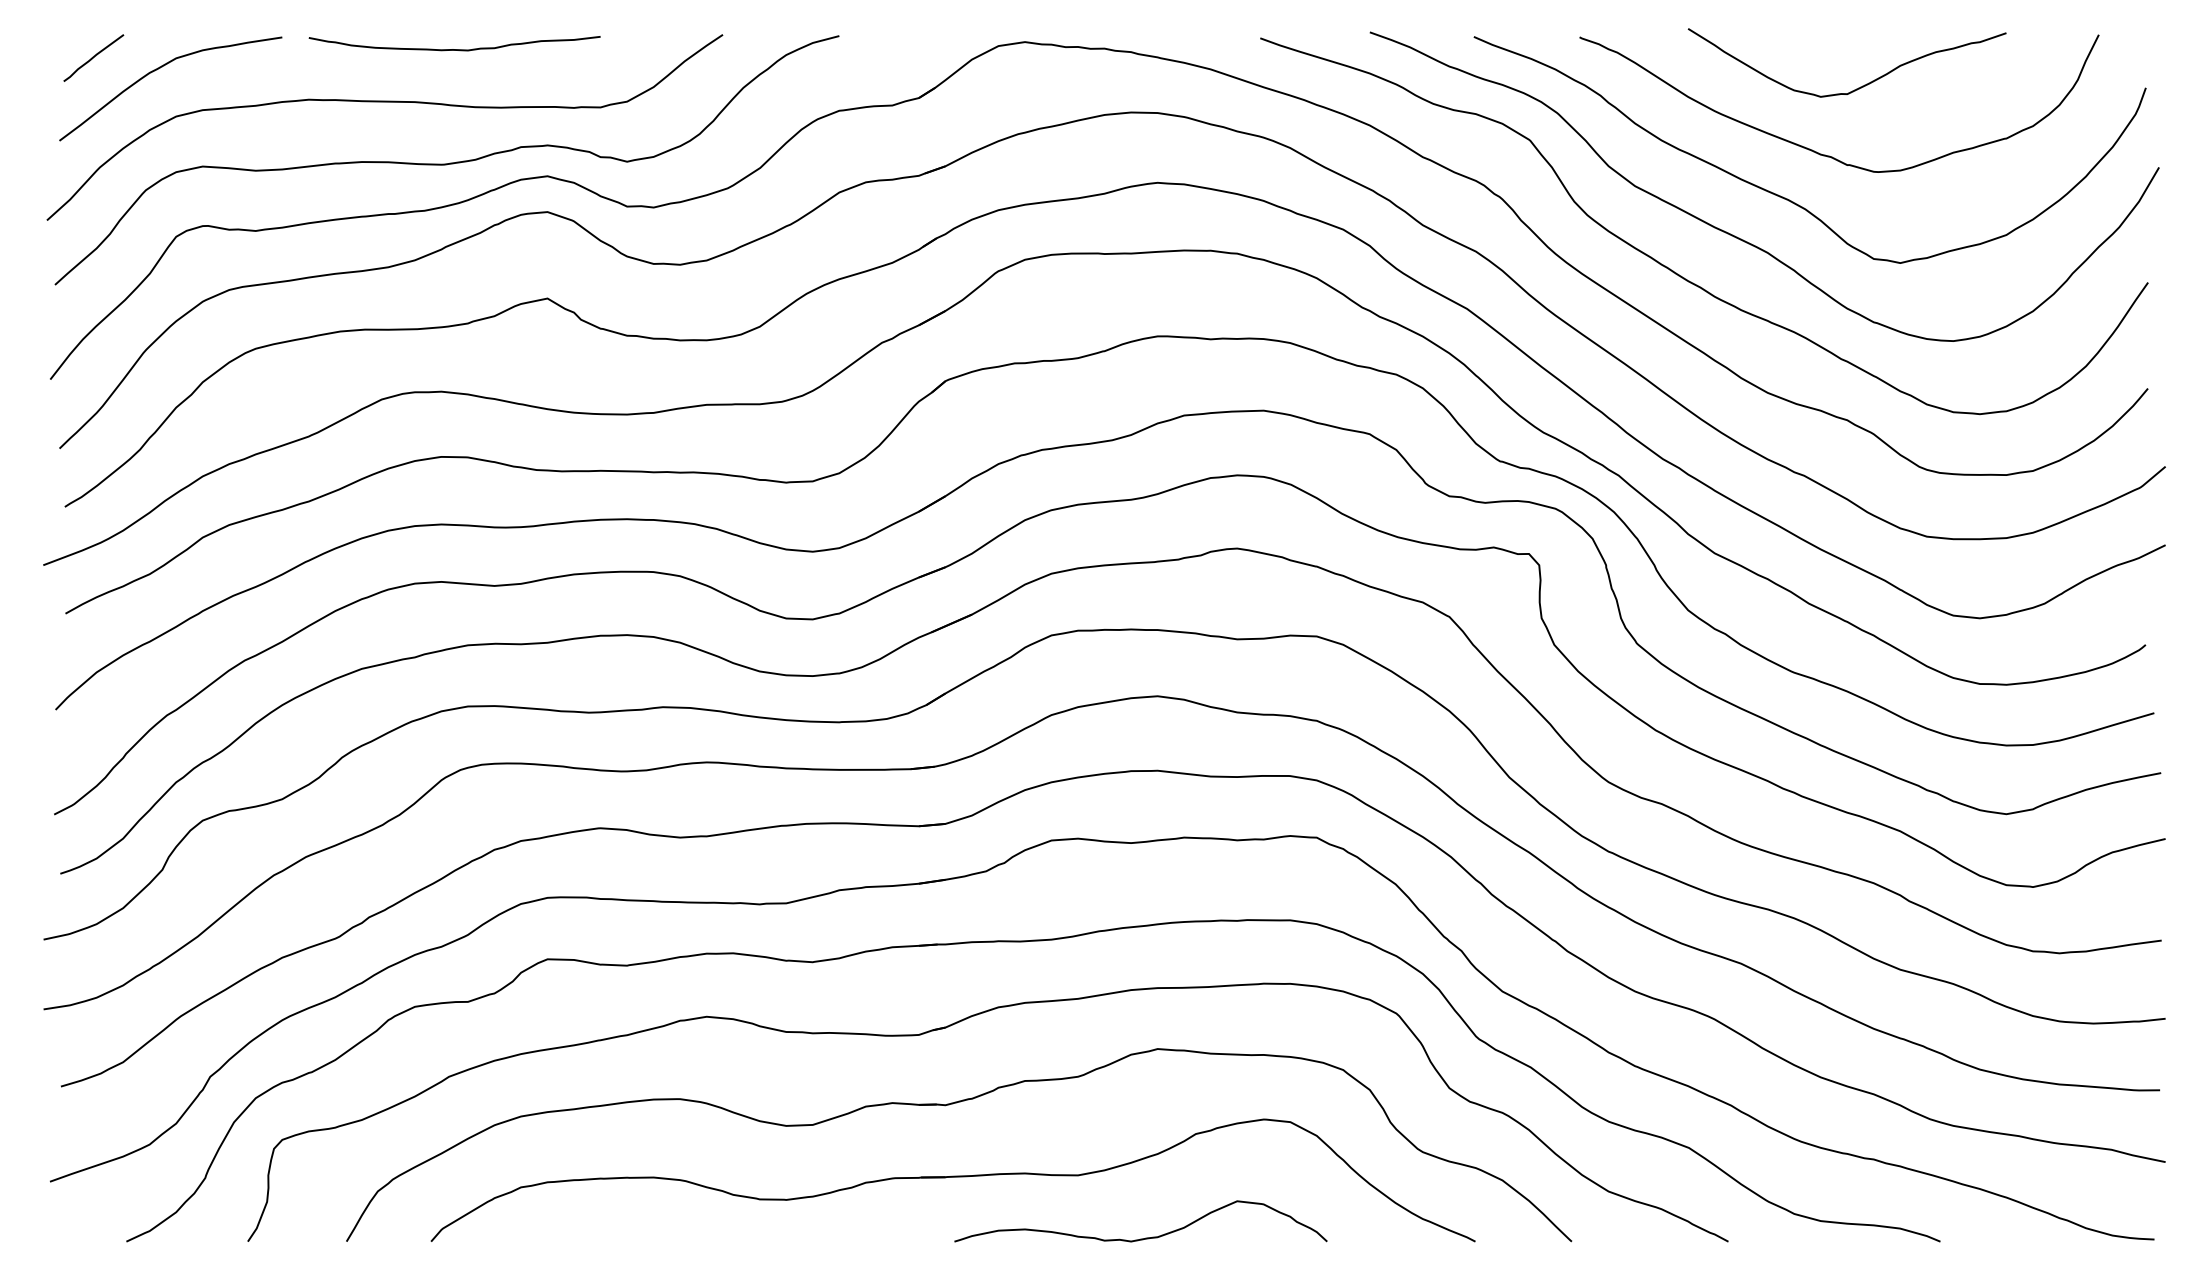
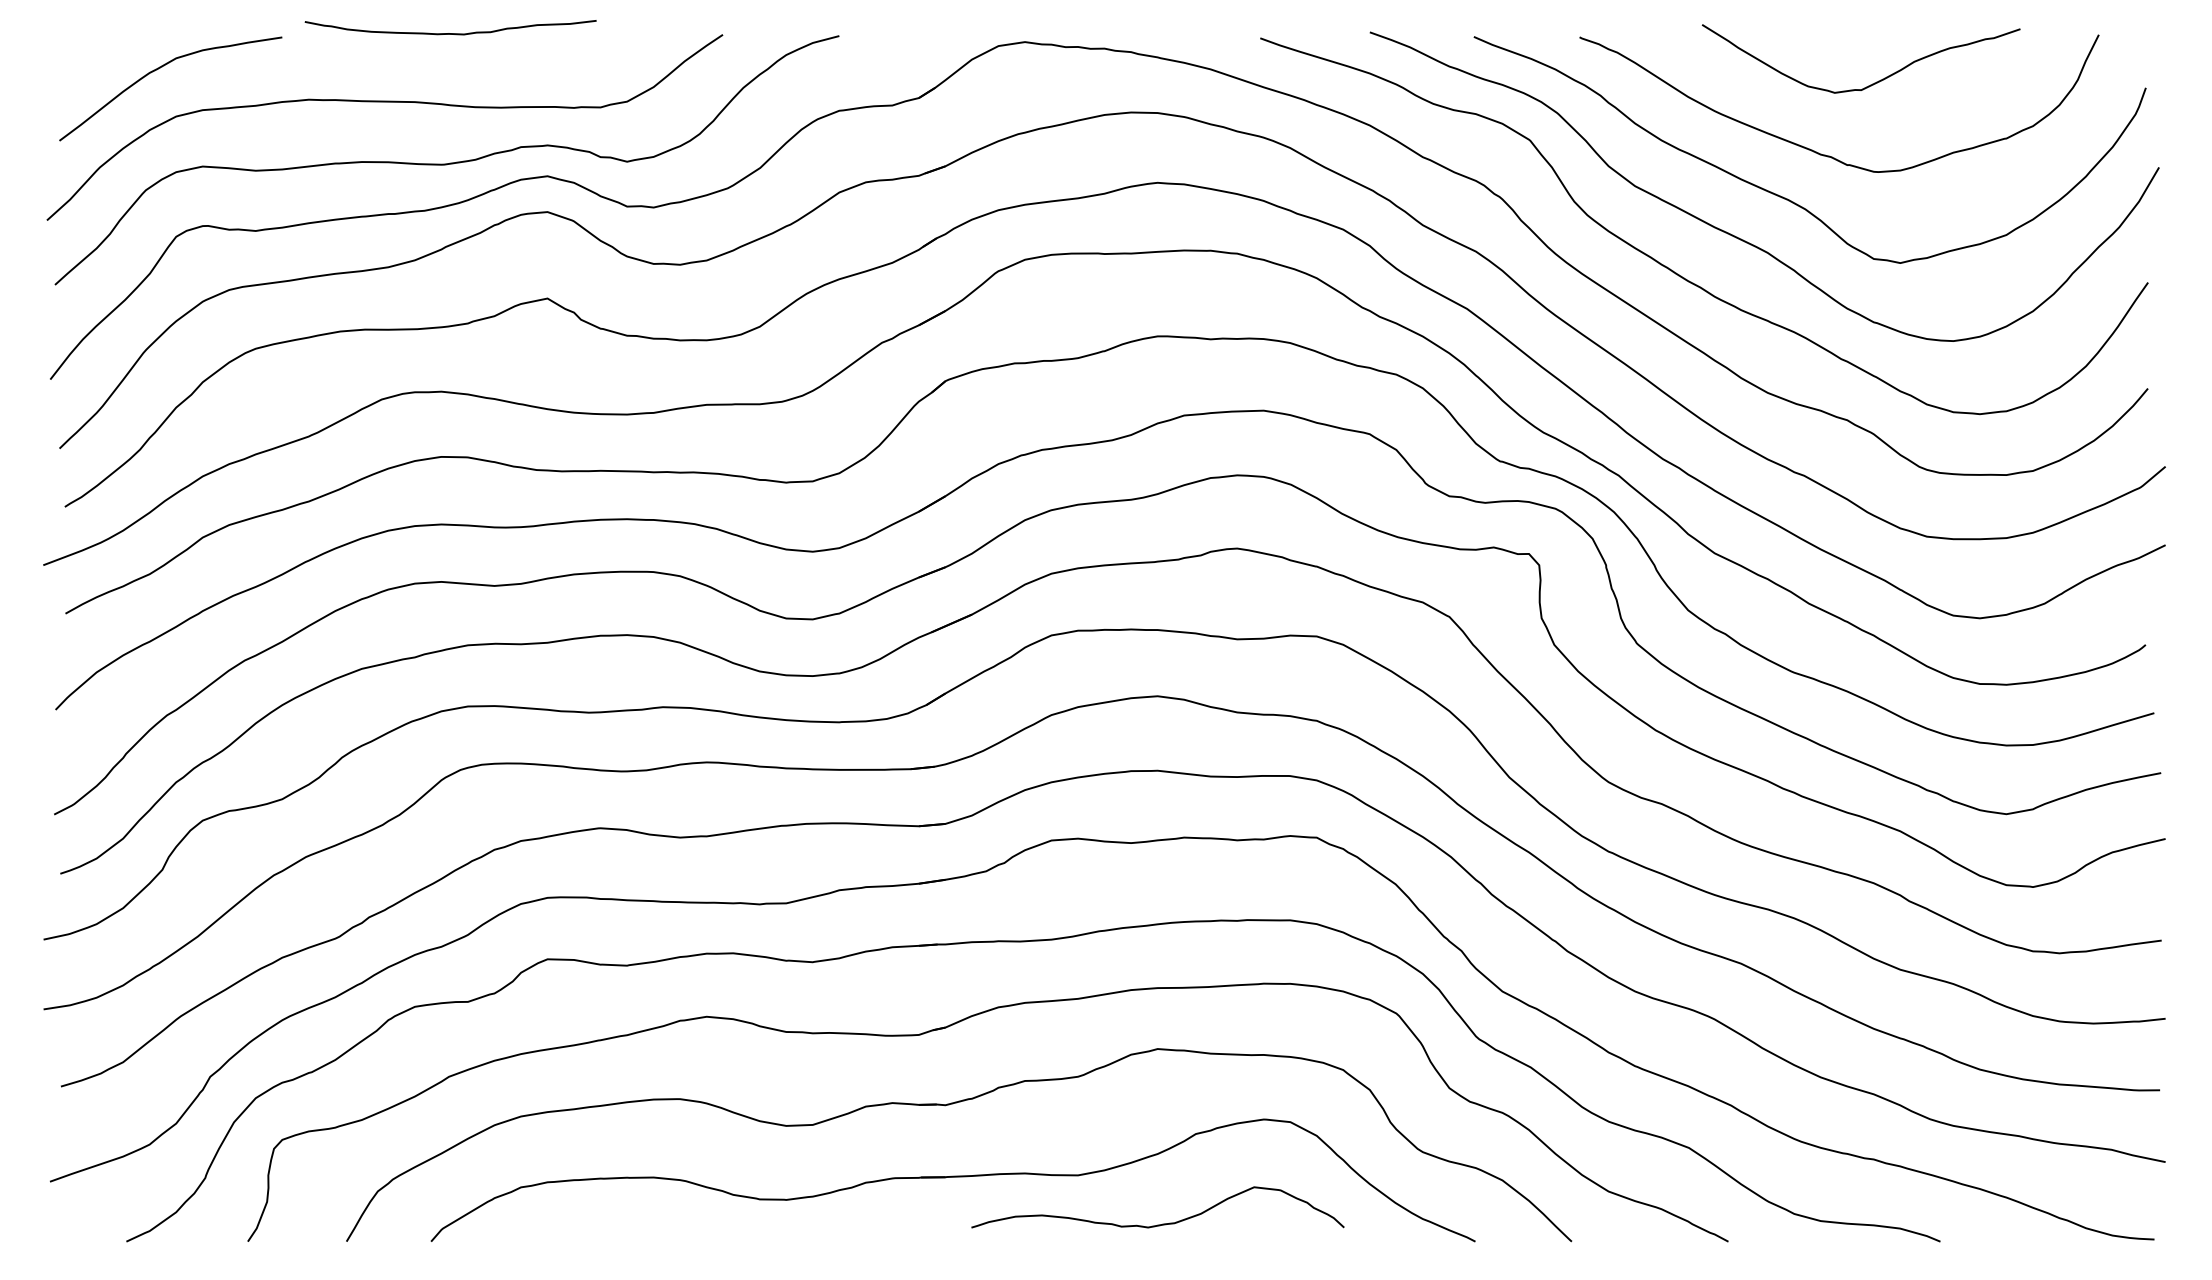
curve at (454, 49) position: (454, 49) -> (450, 33)
curve at (93, 57): present -> none
curve at (1860, 86) position: (1860, 86) -> (1874, 82)
curve at (1145, 1237) position: (1145, 1237) -> (1162, 1223)
